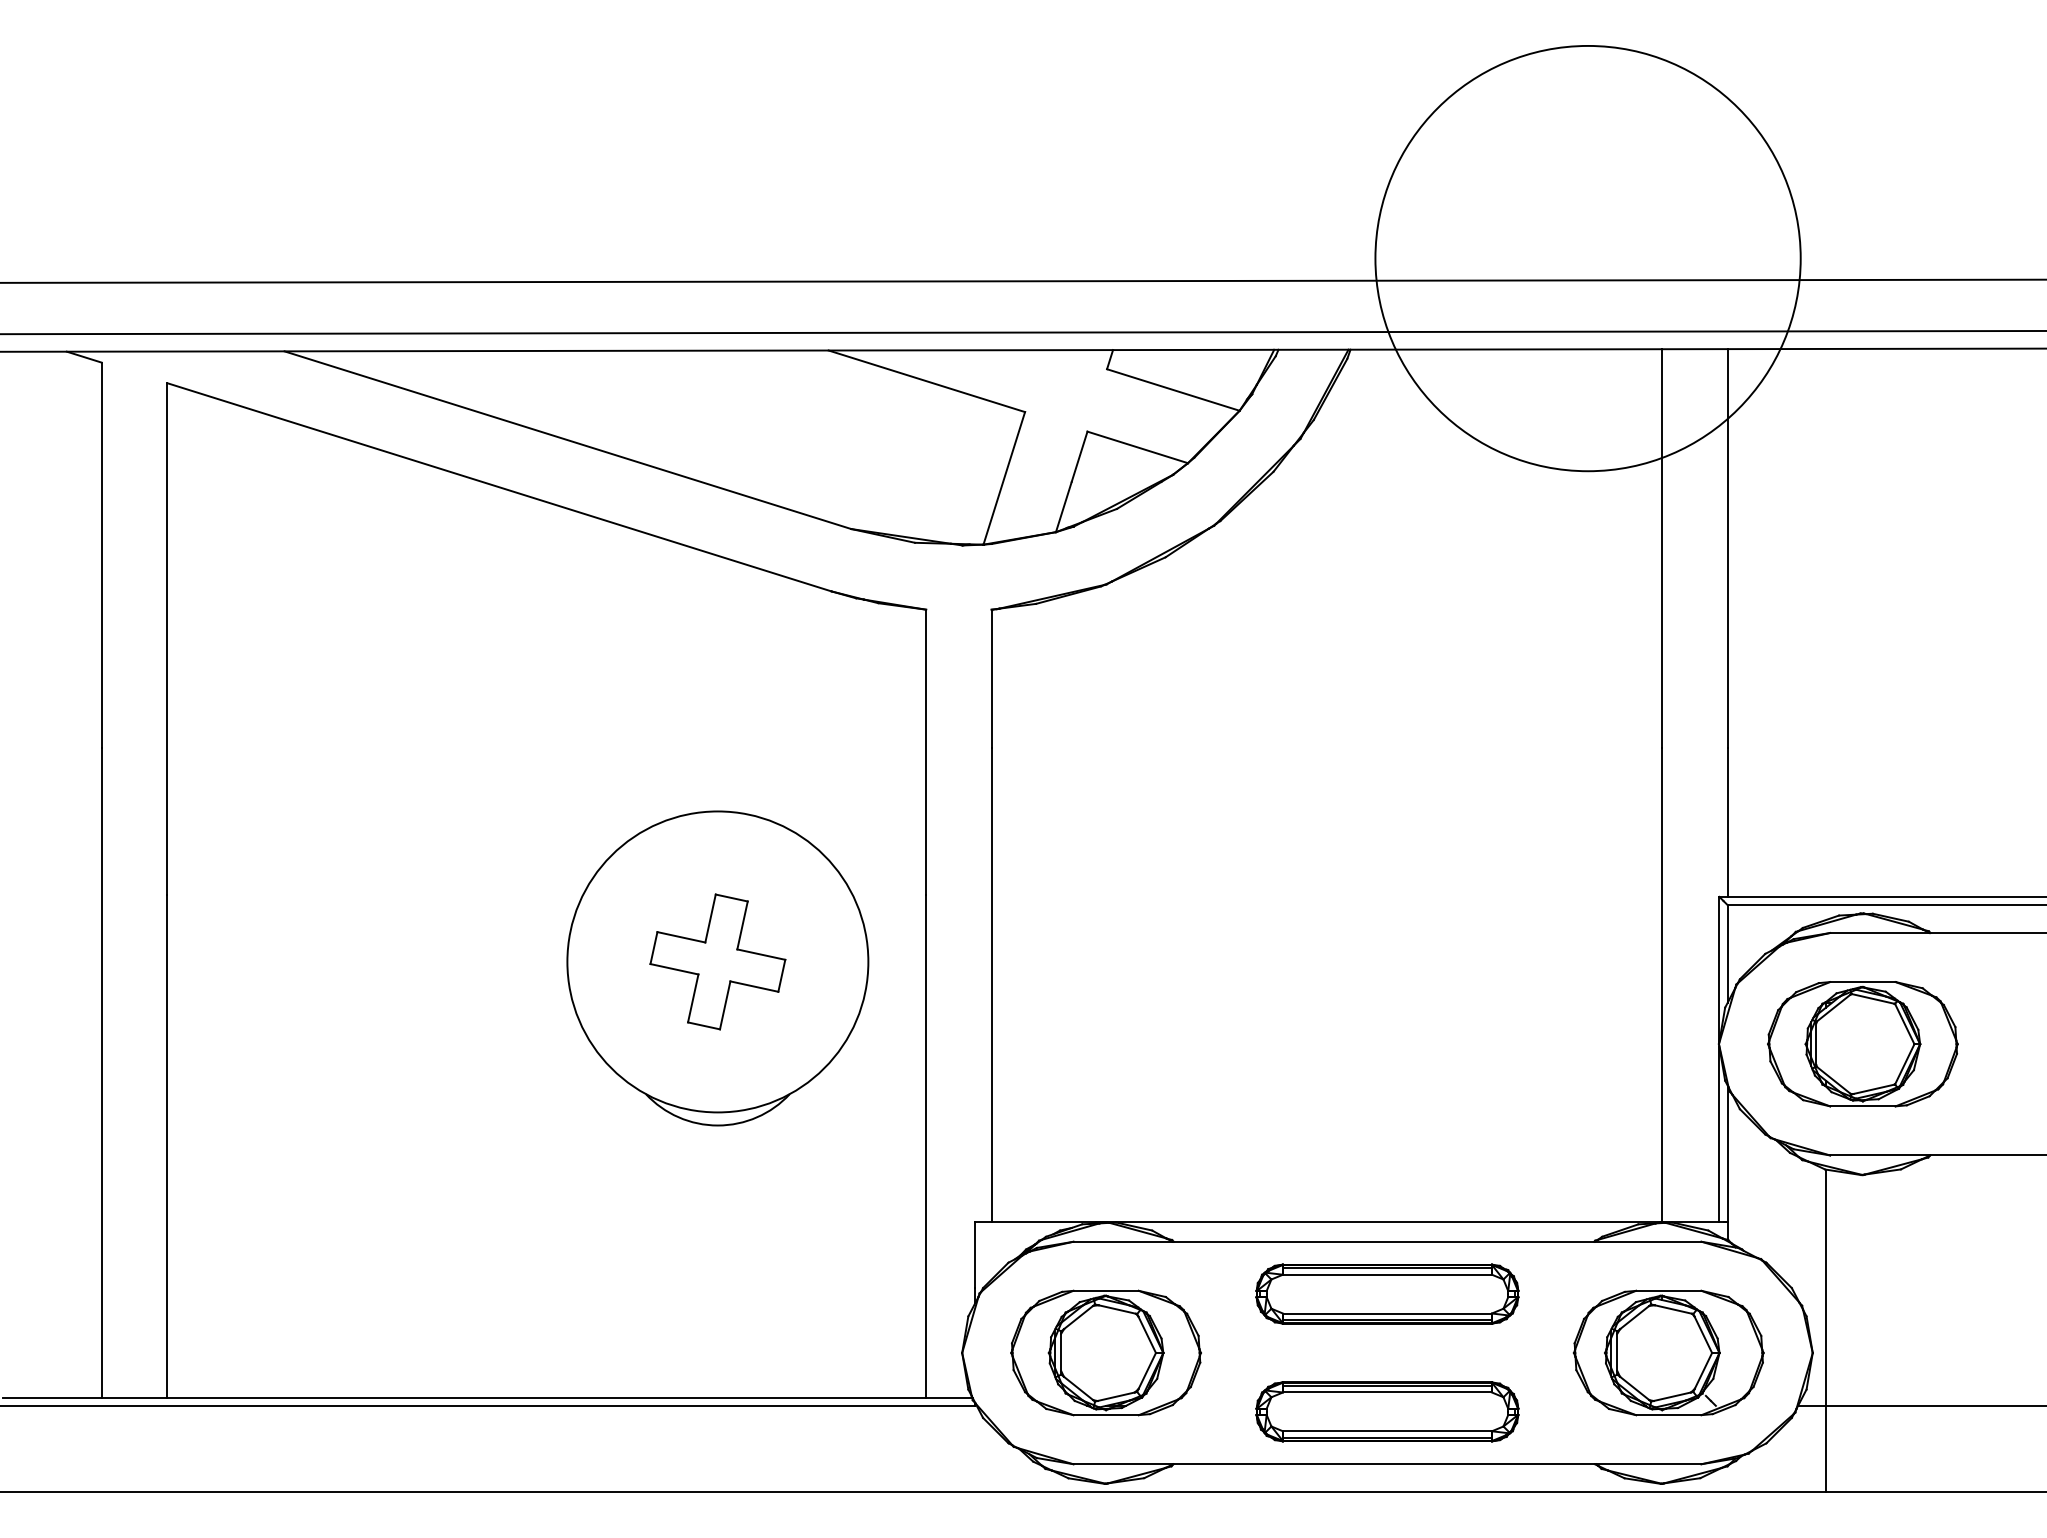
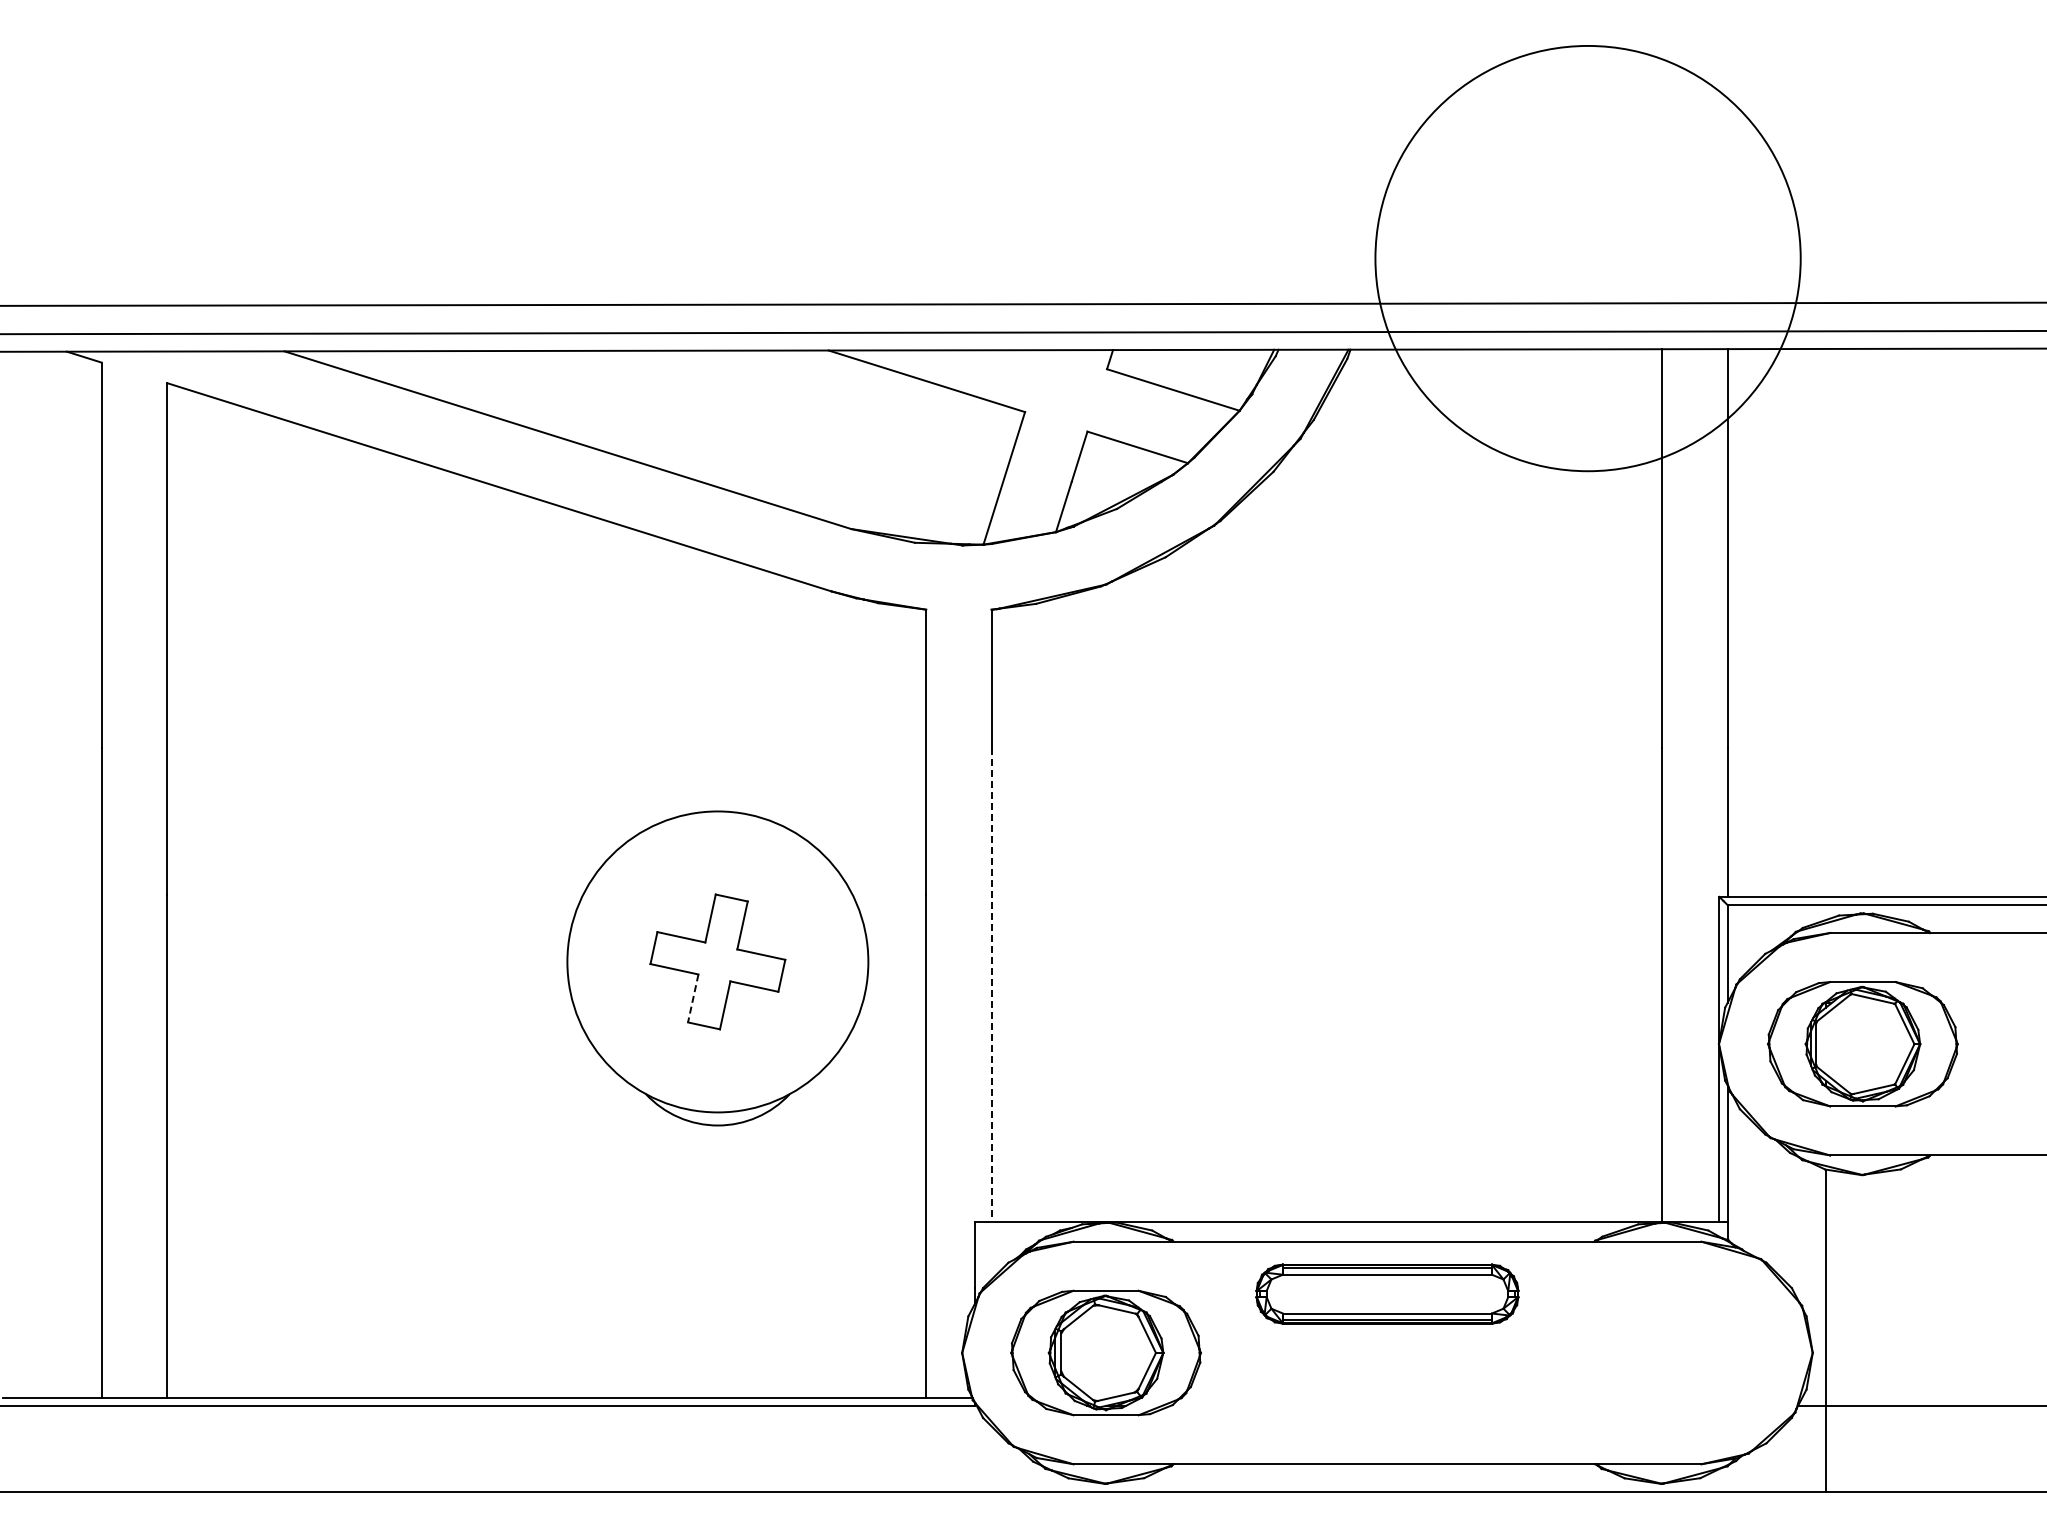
line at (1022, 280) position: (1022, 280) -> (1022, 303)
line at (991, 985): solid -> dashed
line at (693, 998): solid -> dashed
part at (1668, 1352): present -> none
part at (1387, 1411): present -> none
